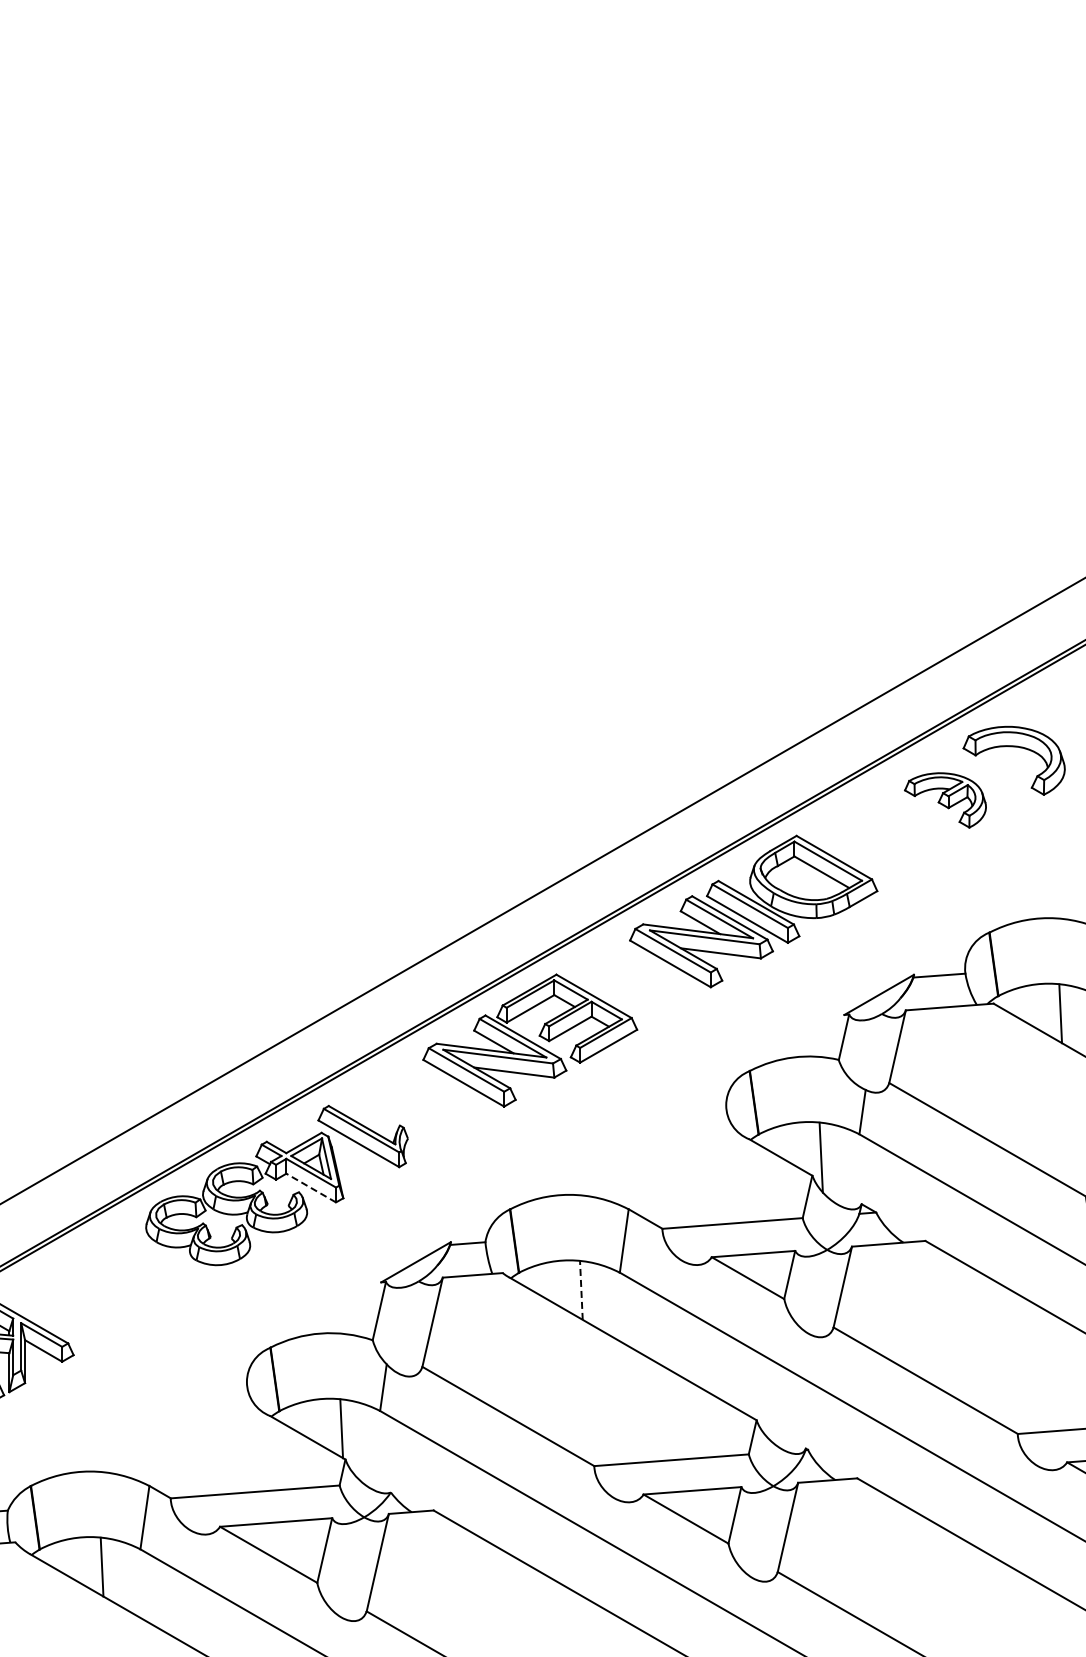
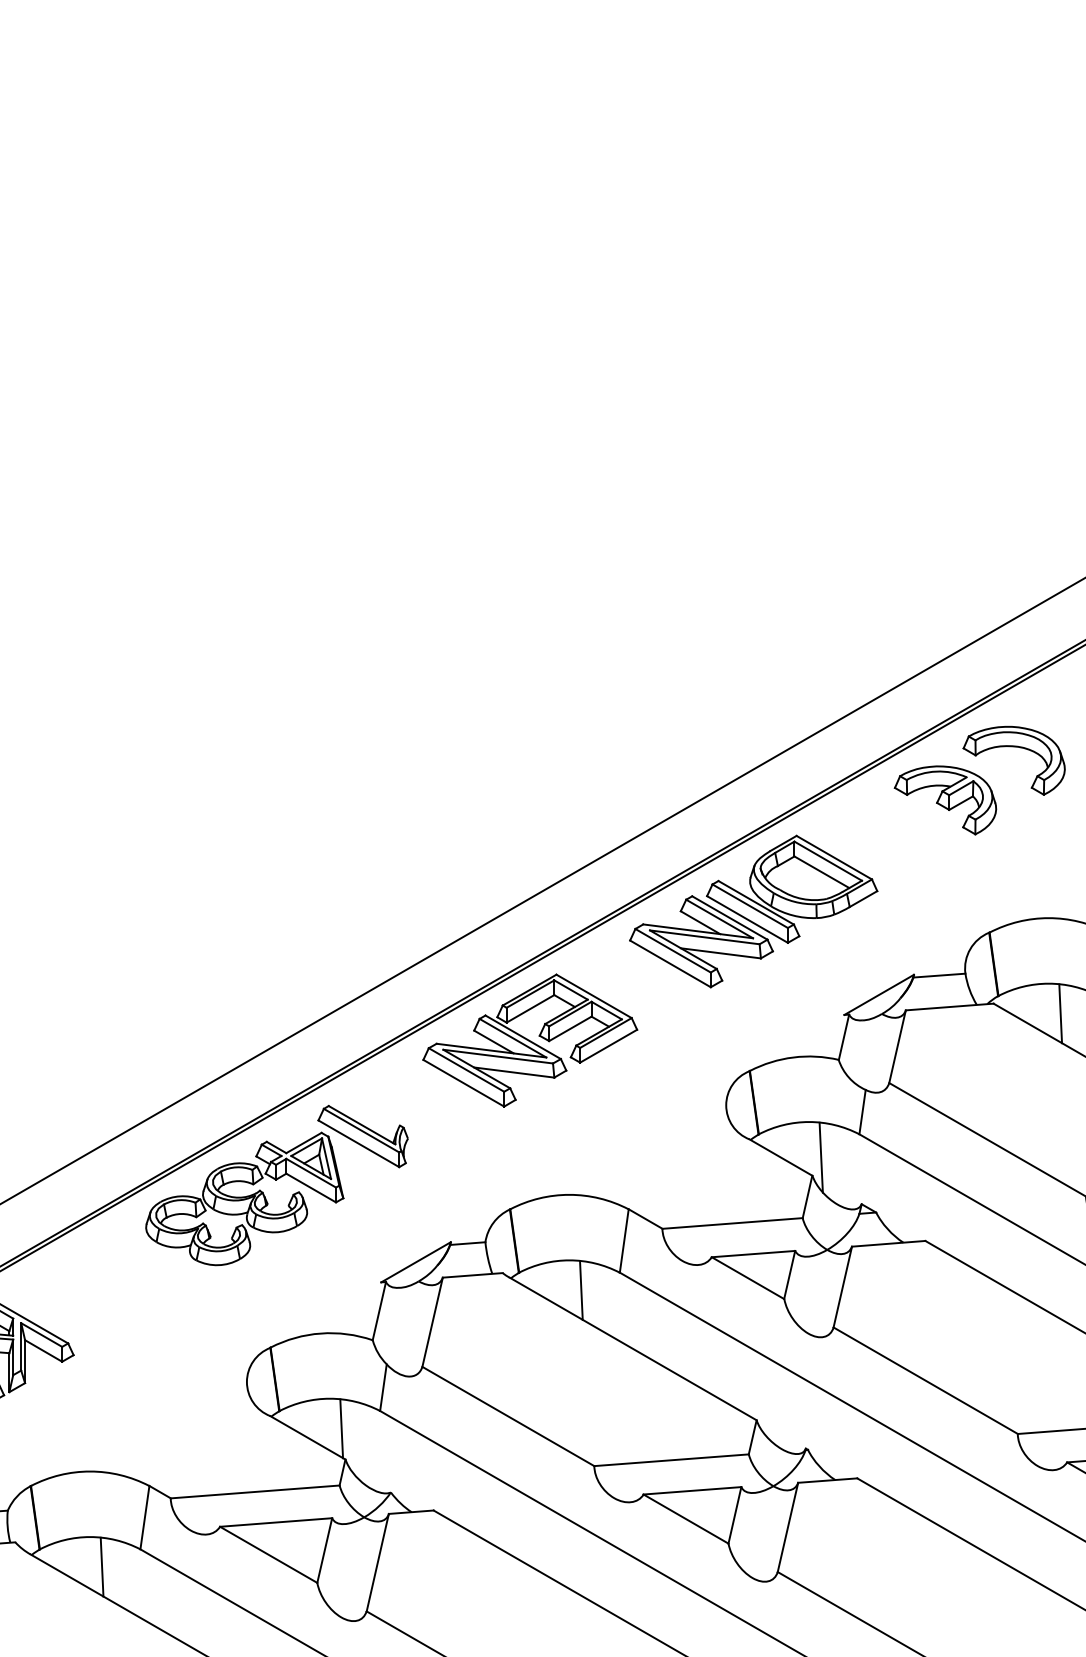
part at (945, 800) size: 83x57 px -> 105x71 px
line at (311, 1188): dashed -> solid
line at (581, 1290): dashed -> solid
